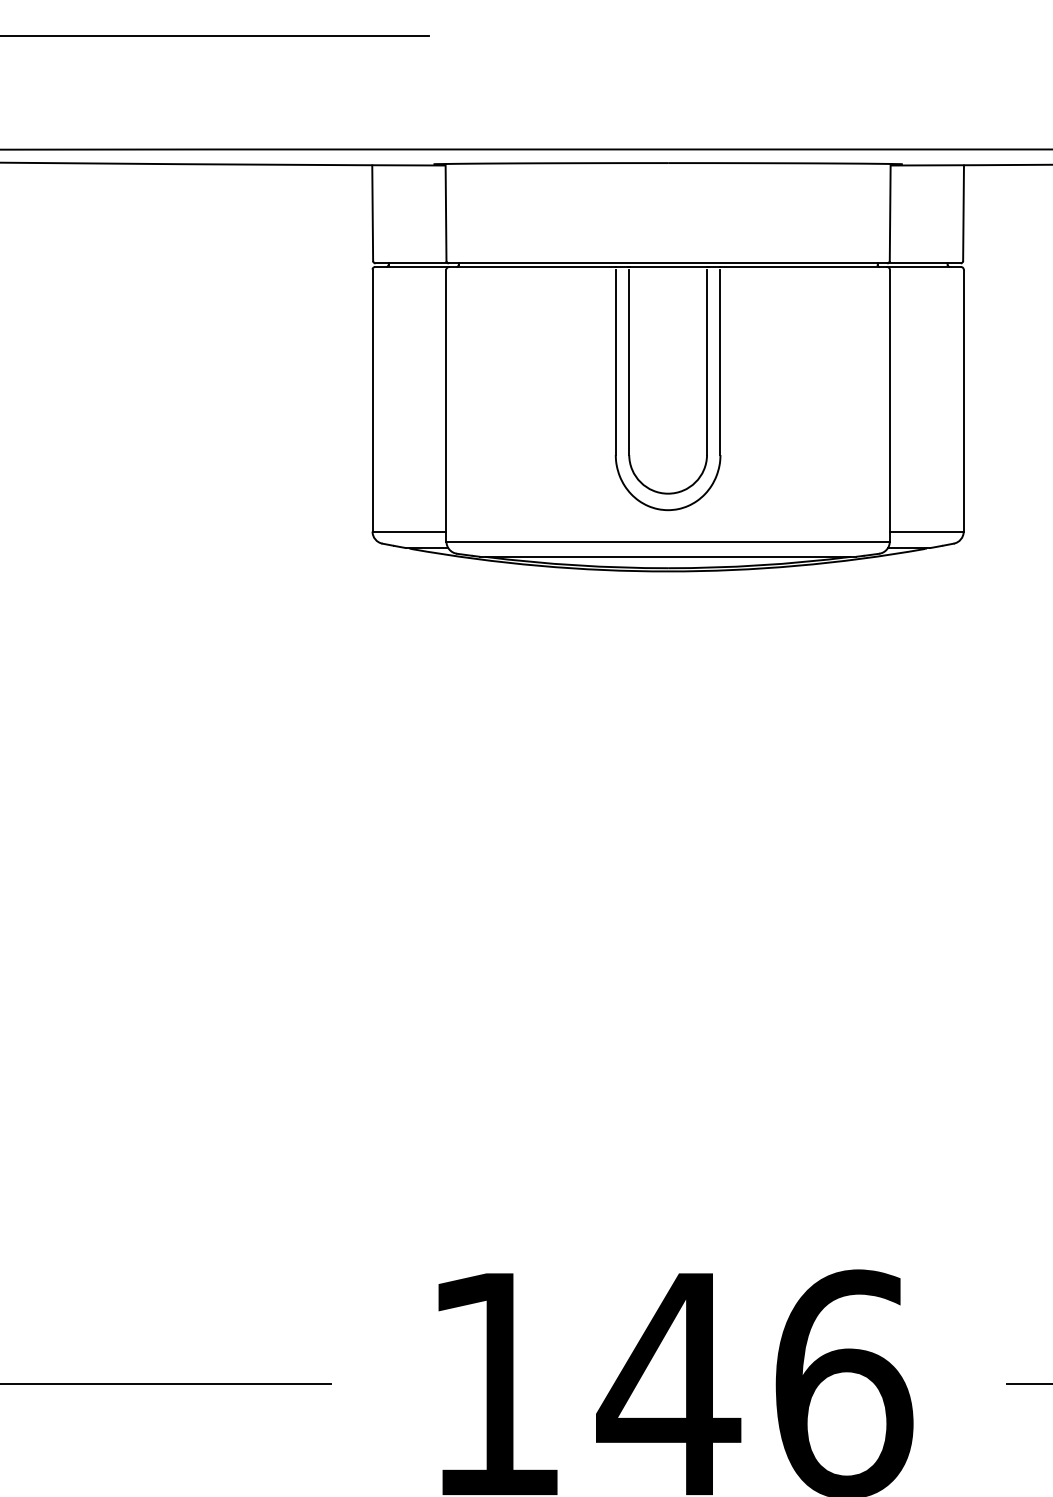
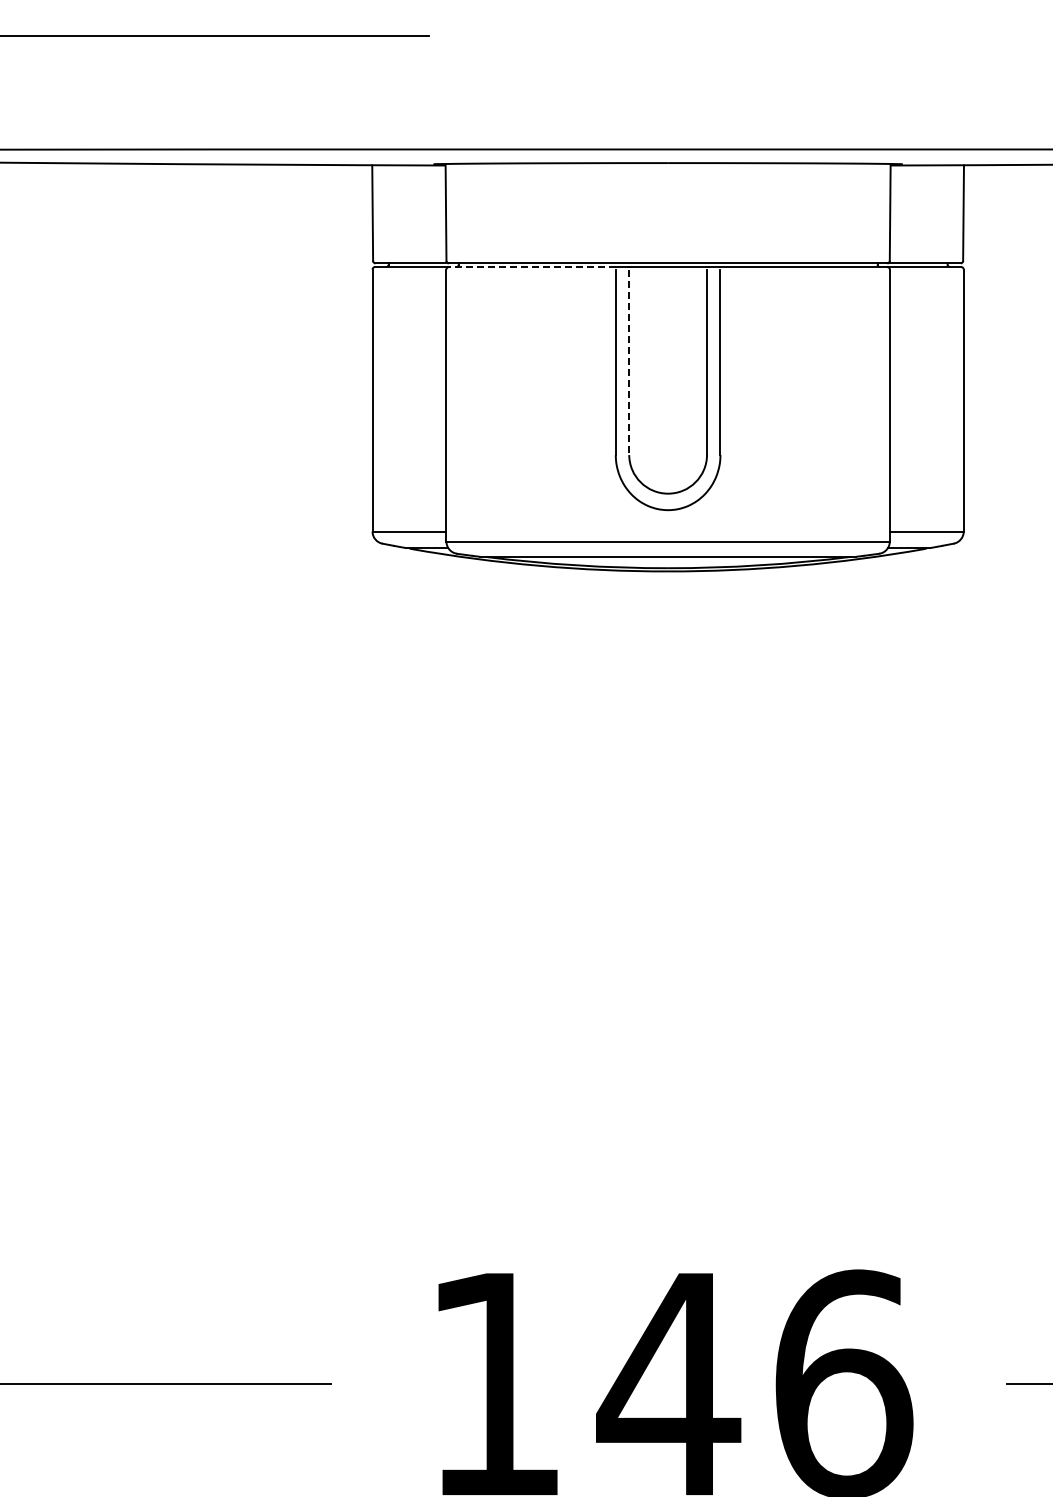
line at (532, 267): solid -> dashed
line at (629, 362): solid -> dashed
